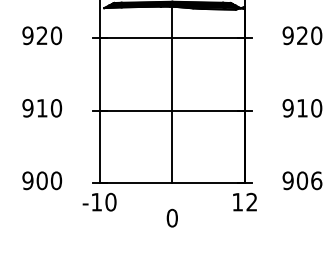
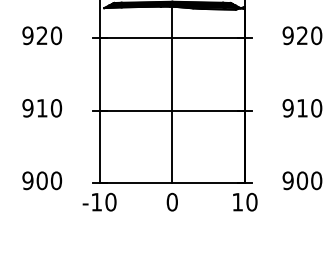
text at (316, 180): 906 -> 900
text at (251, 201): 12 -> 10
text at (171, 217) position: (171, 217) -> (171, 201)
